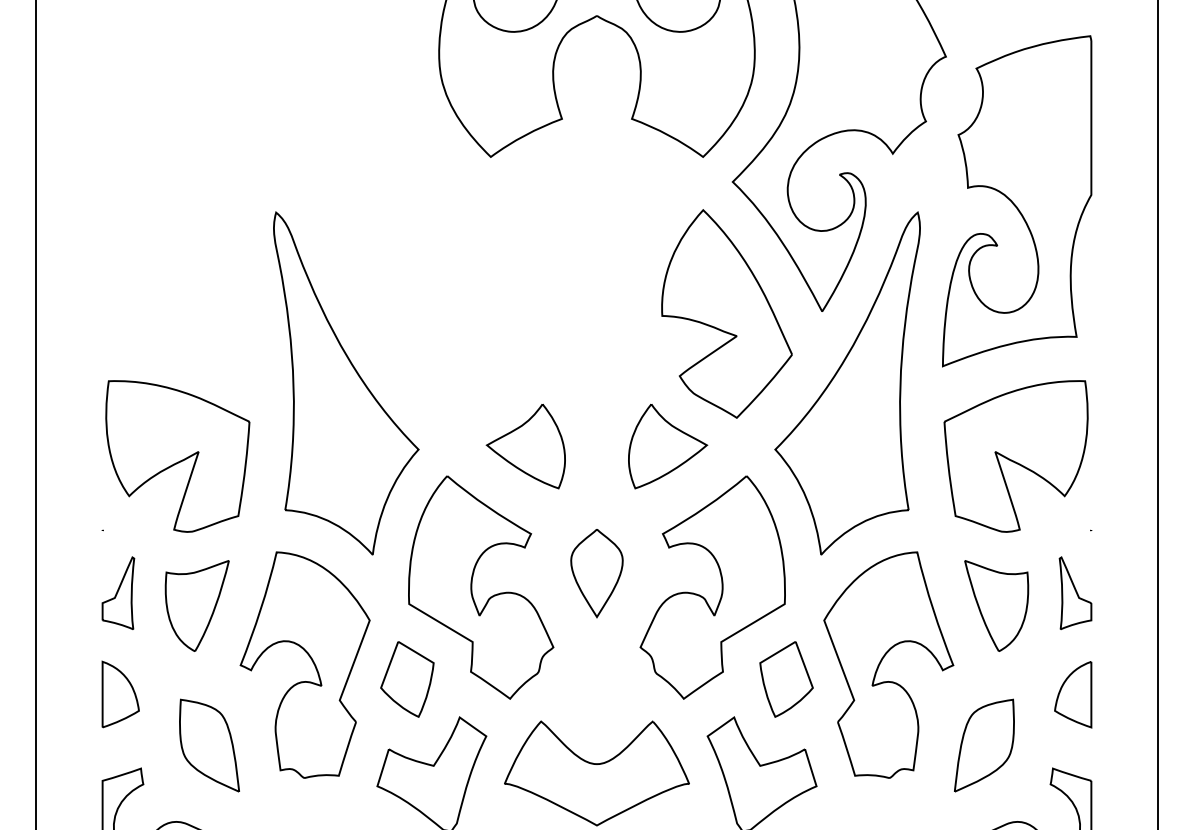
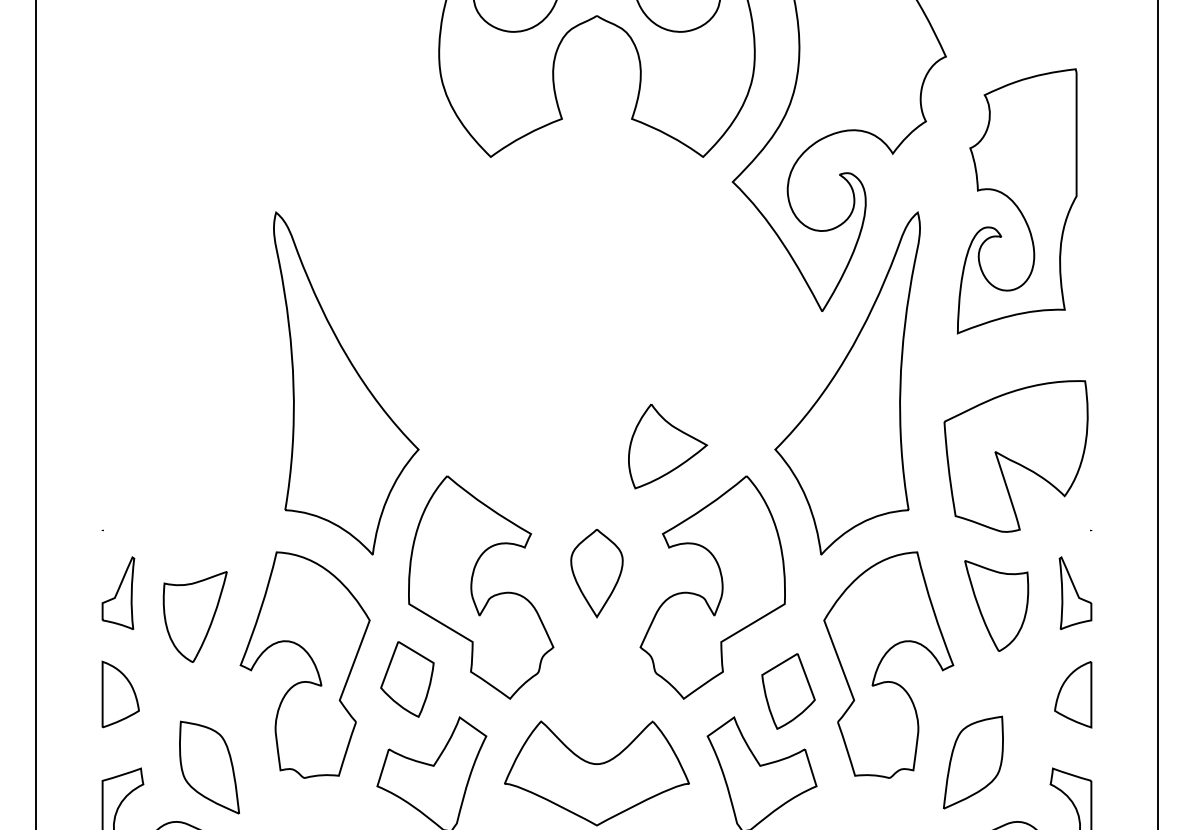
part at (1017, 201) size: 151x333 px -> 121x267 px
part at (726, 313): present -> none
part at (525, 446): present -> none
part at (177, 456): present -> none
part at (196, 605) position: (196, 605) -> (194, 616)
part at (786, 679) position: (786, 679) -> (788, 691)
part at (209, 745) position: (209, 745) -> (209, 767)
part at (984, 745) position: (984, 745) -> (973, 762)
